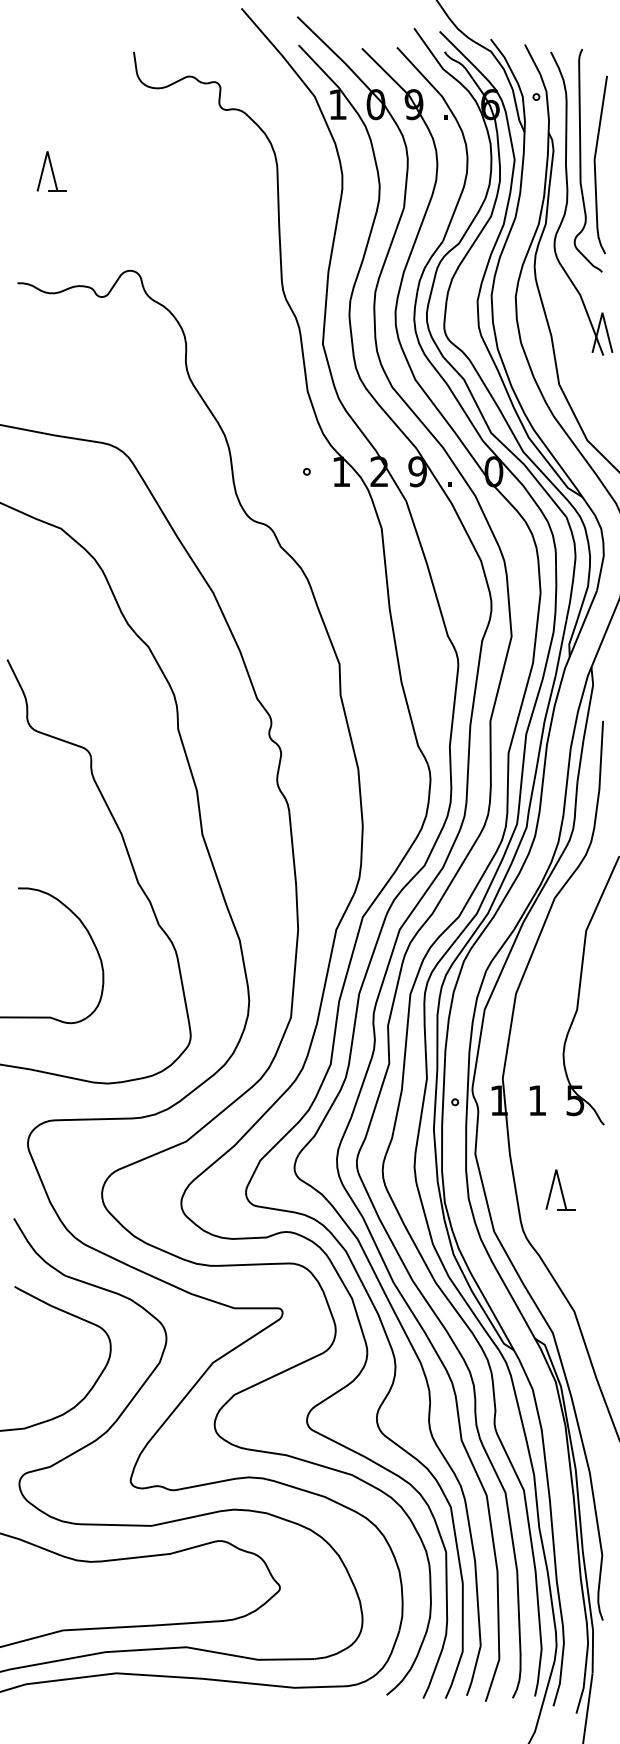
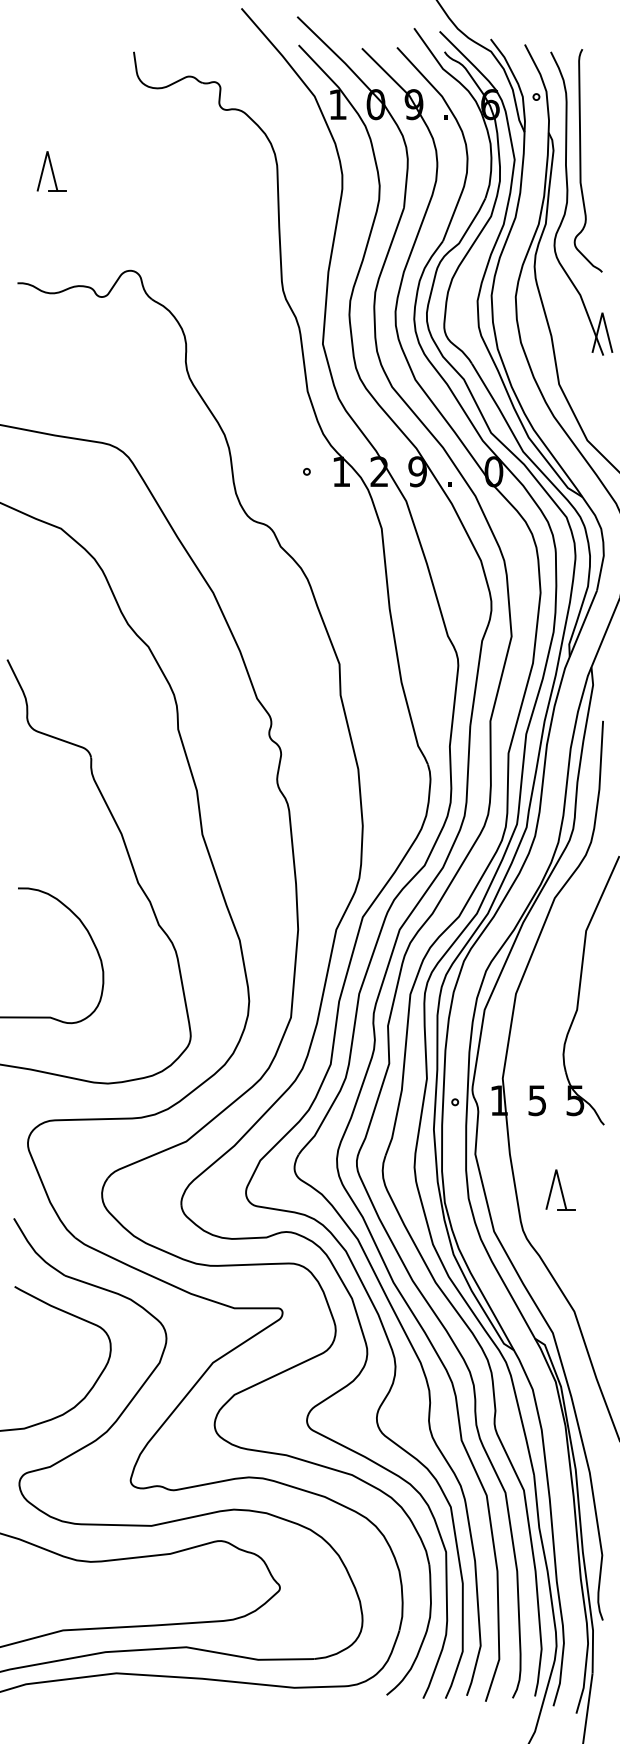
curve at (595, 164): present -> none
text at (536, 1100): 1 -> 5
